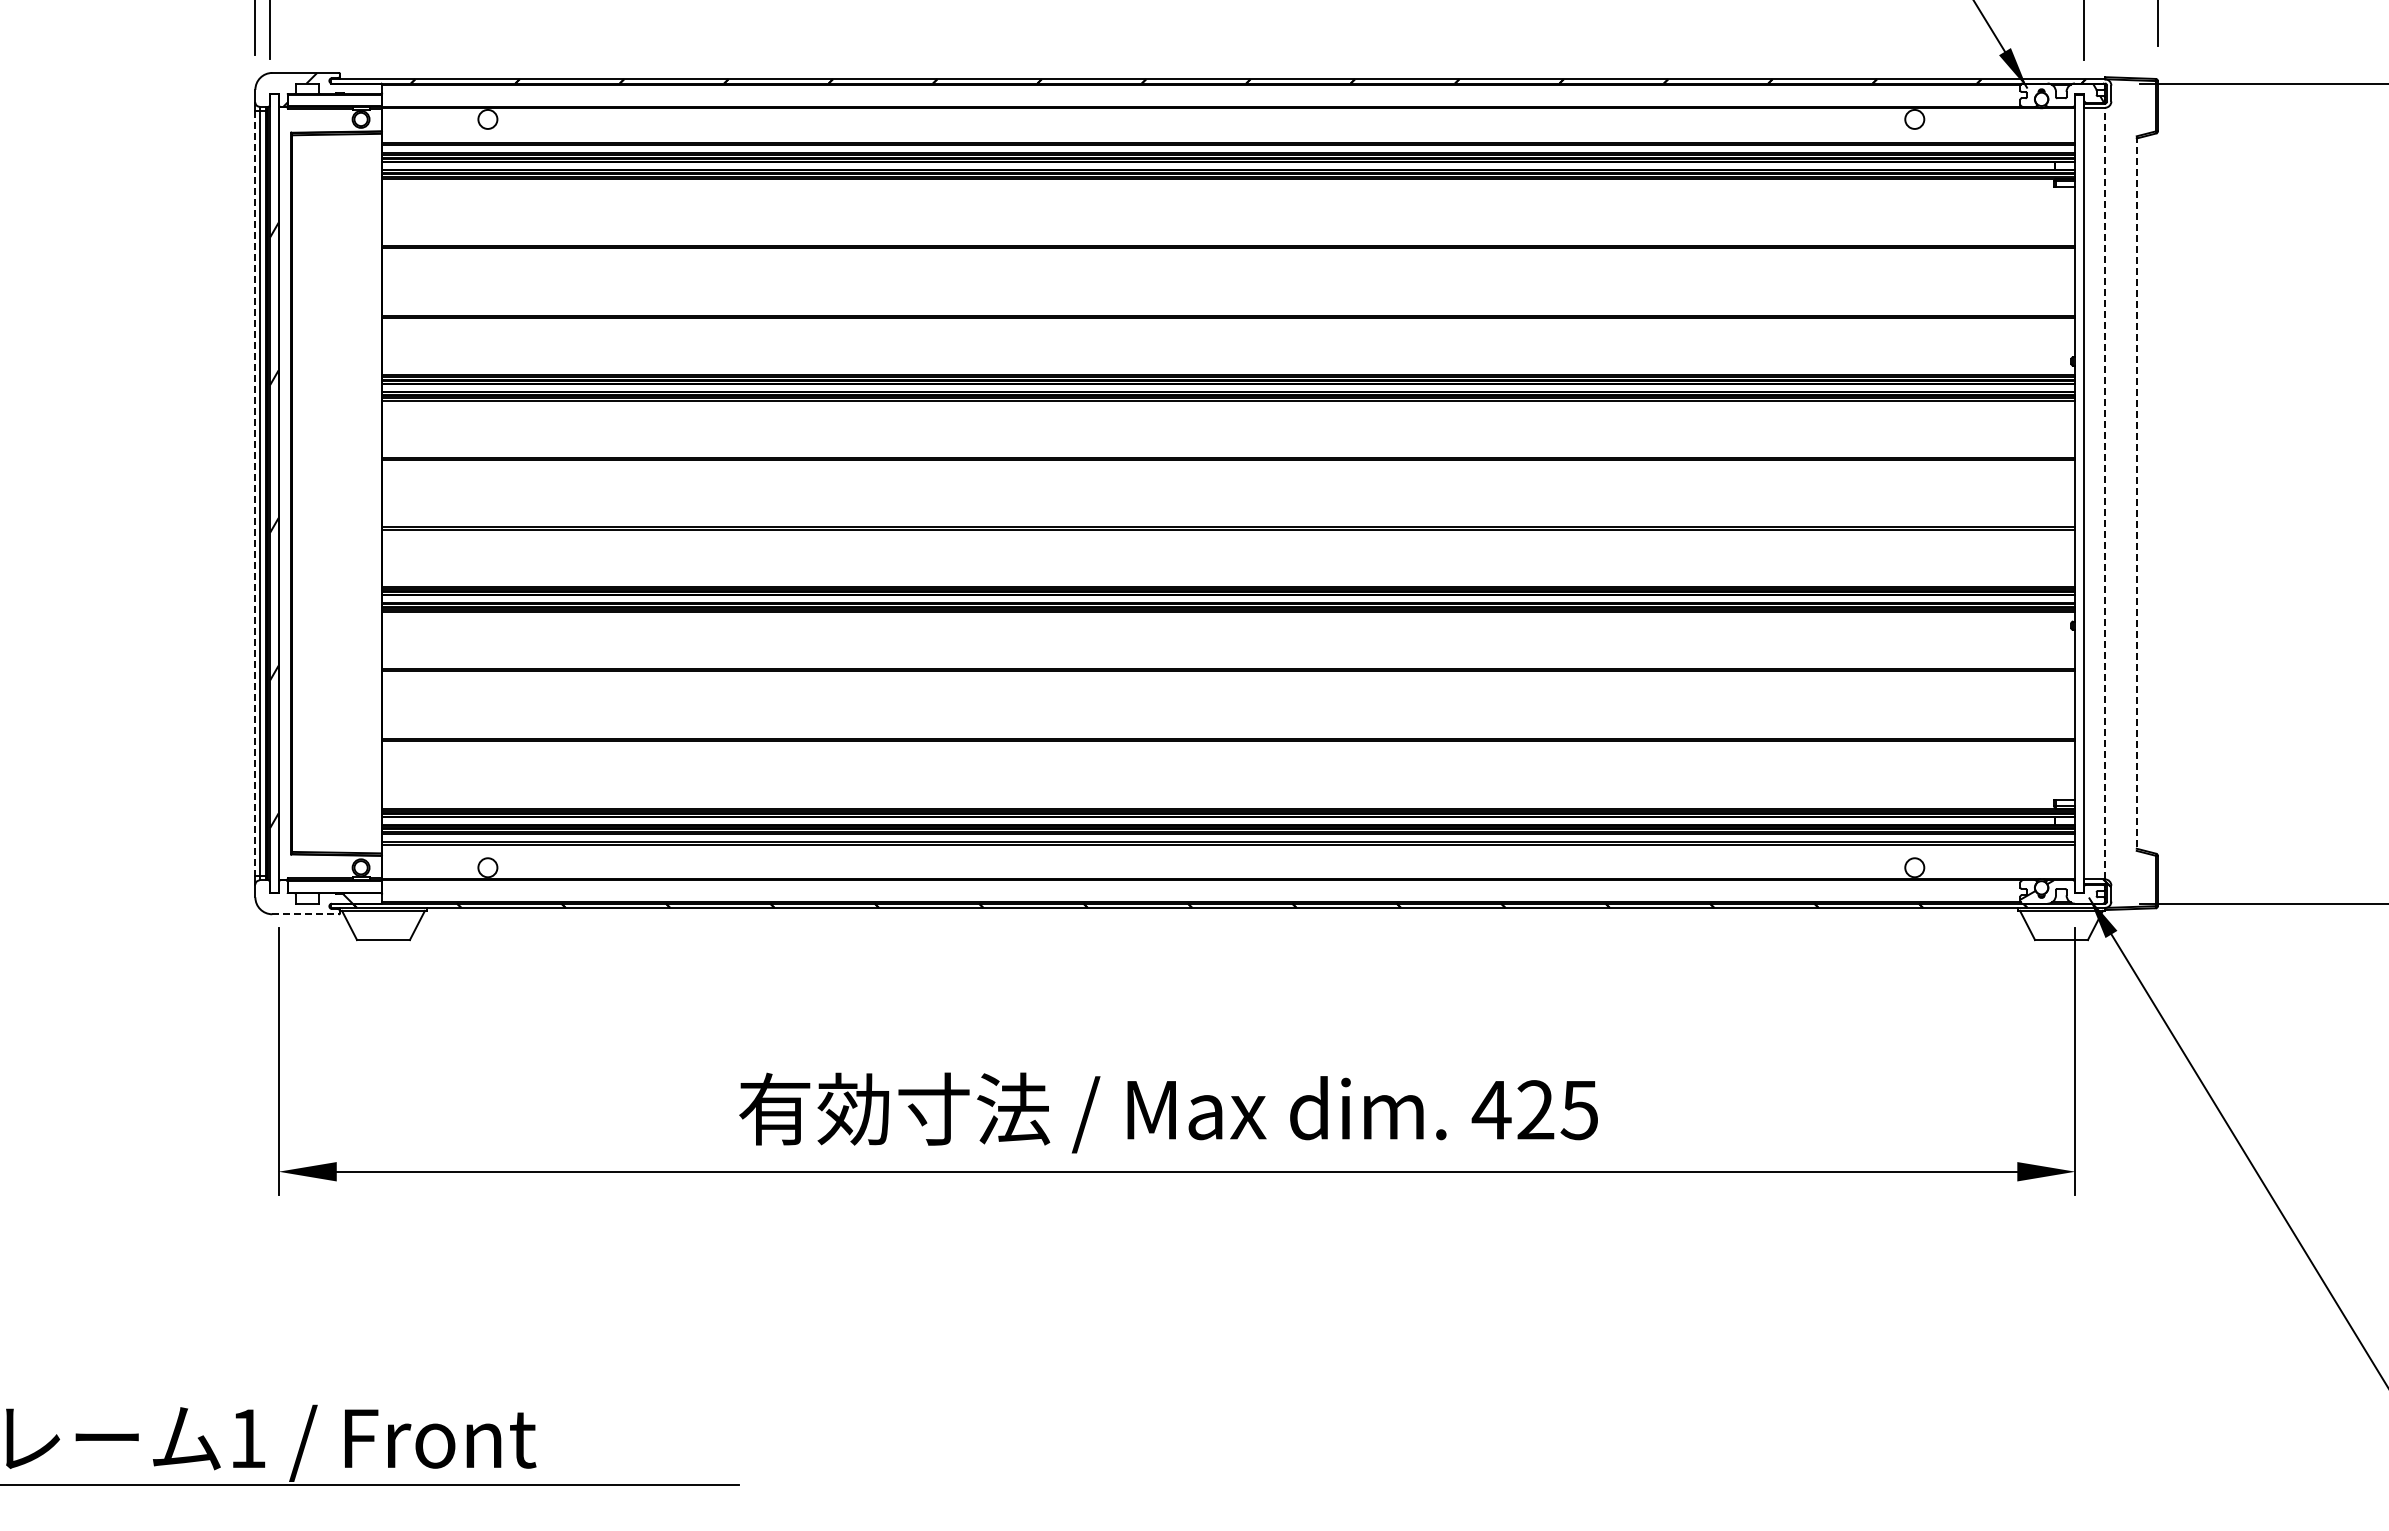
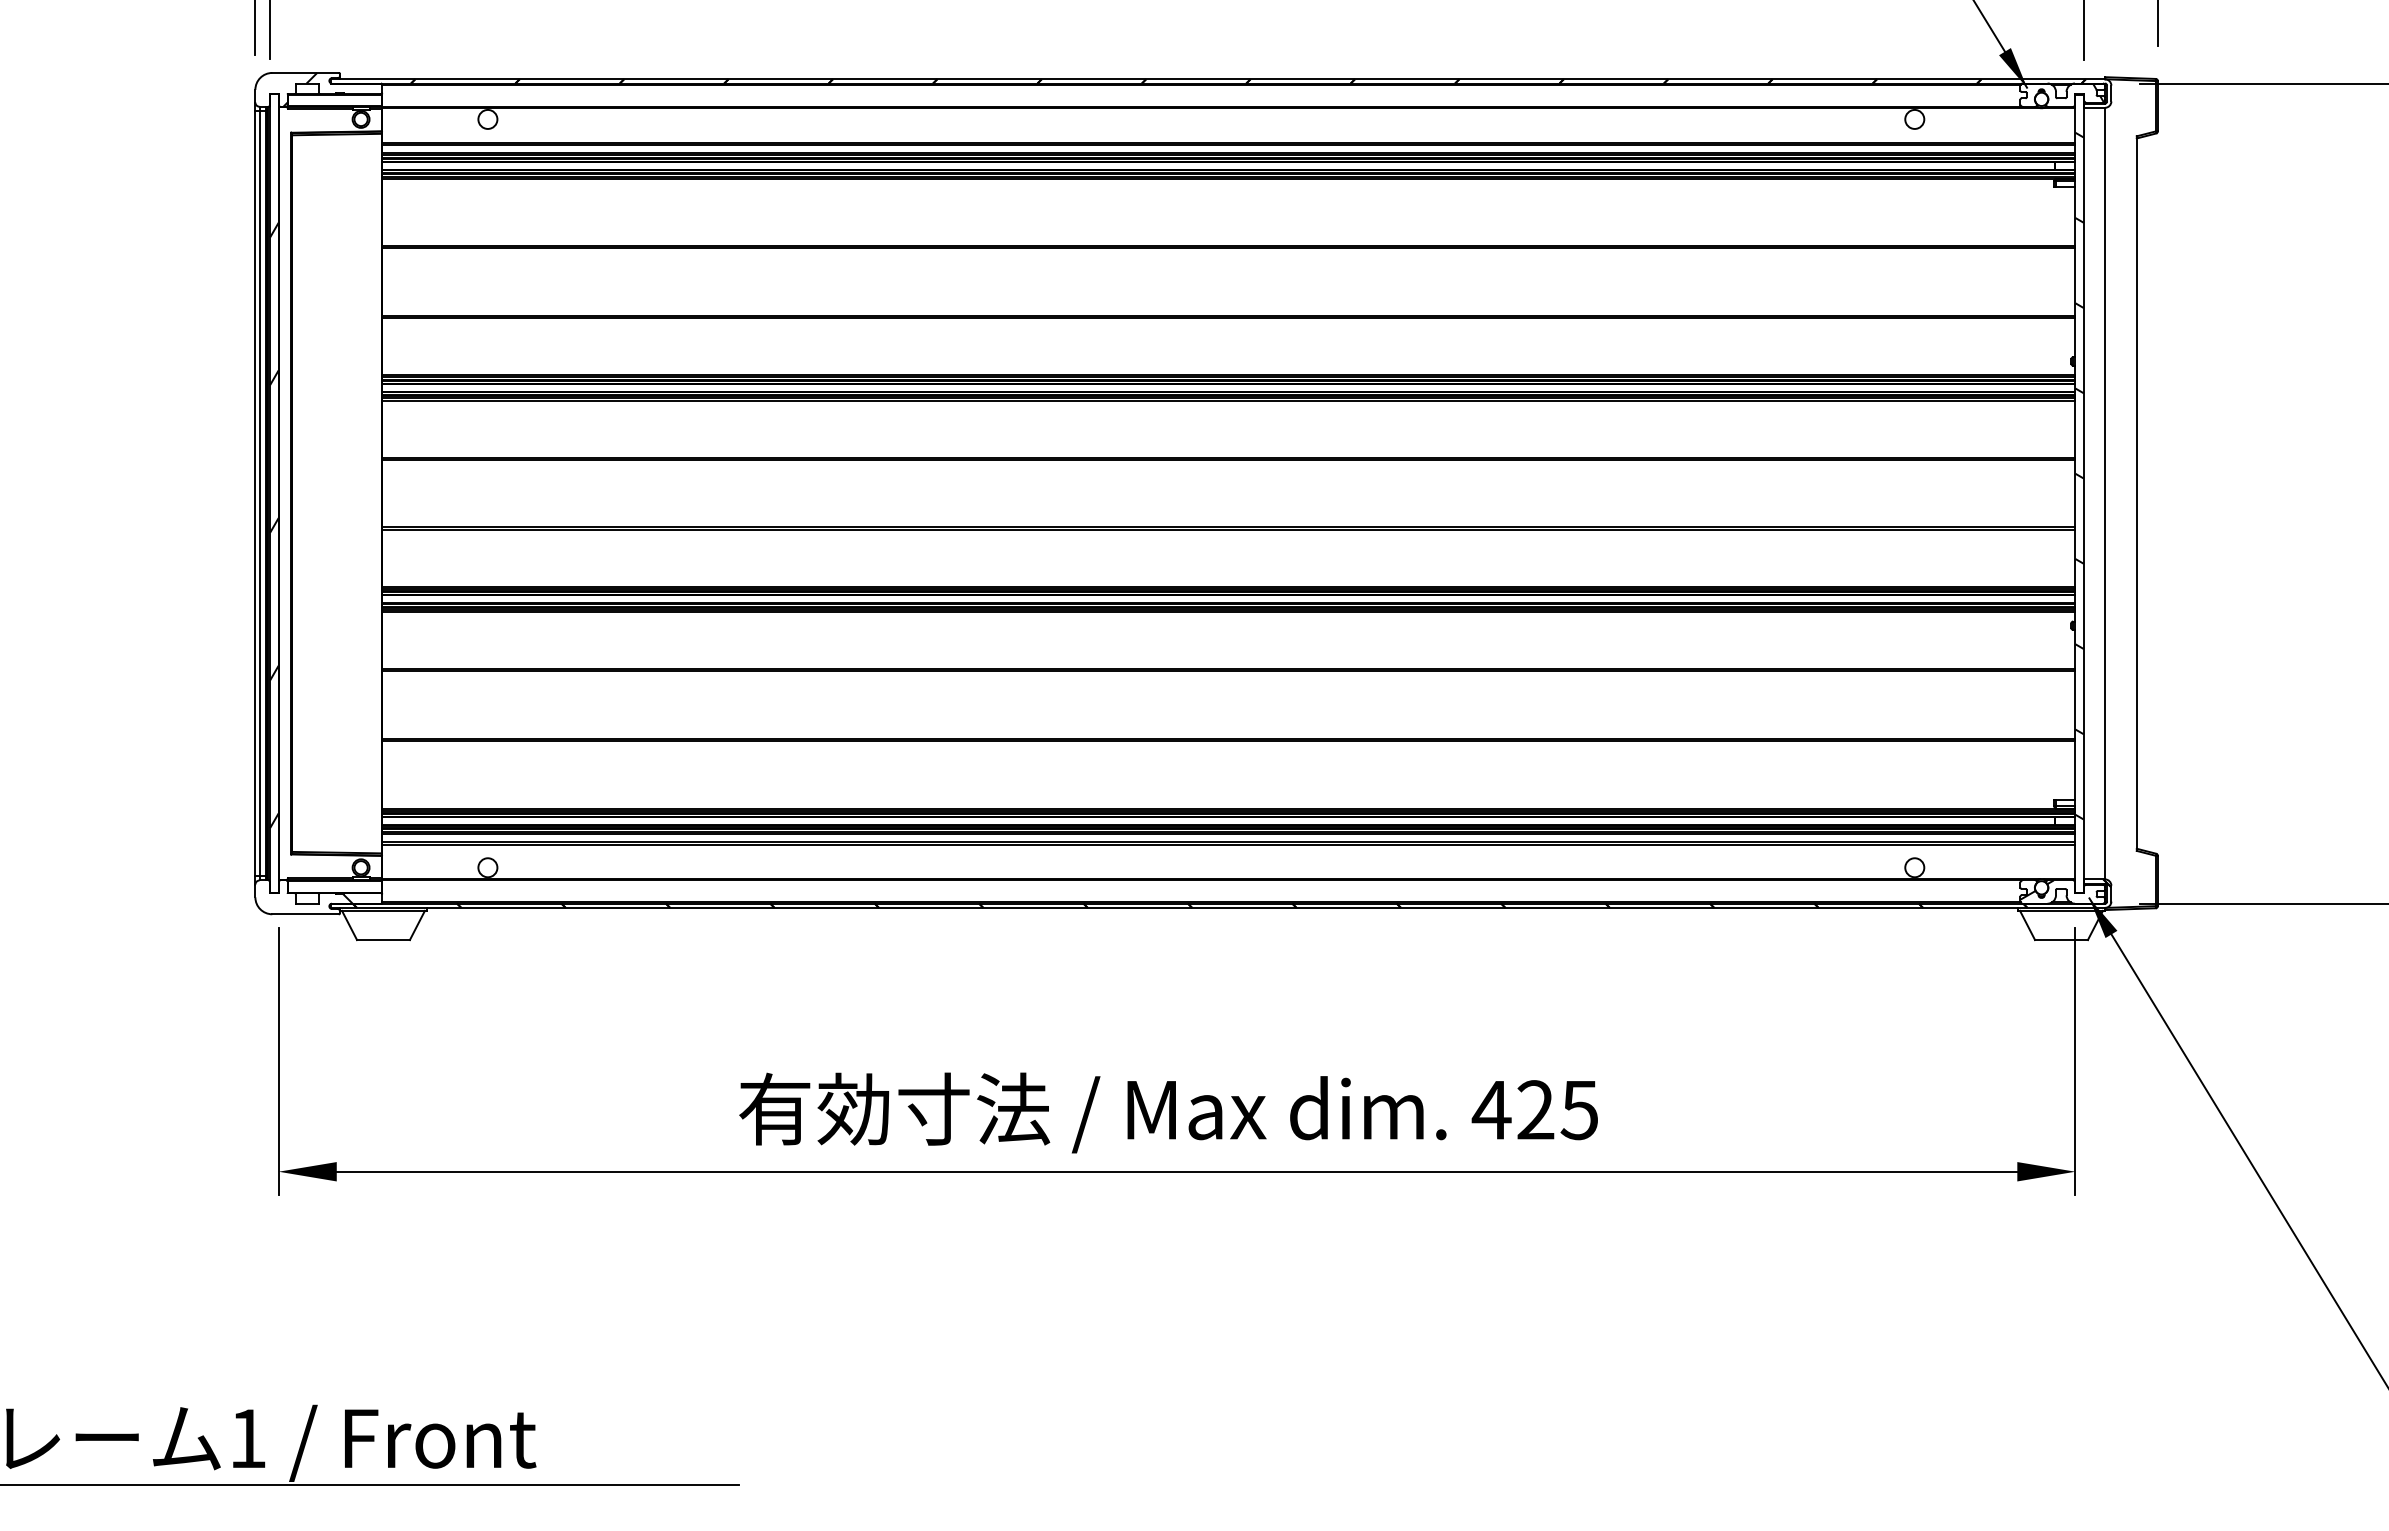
hatch at (2079, 475): none -> present
line at (255, 493): dashed -> solid
line at (2105, 493): dashed -> solid
line at (2136, 494): dashed -> solid
line at (305, 914): dashed -> solid
